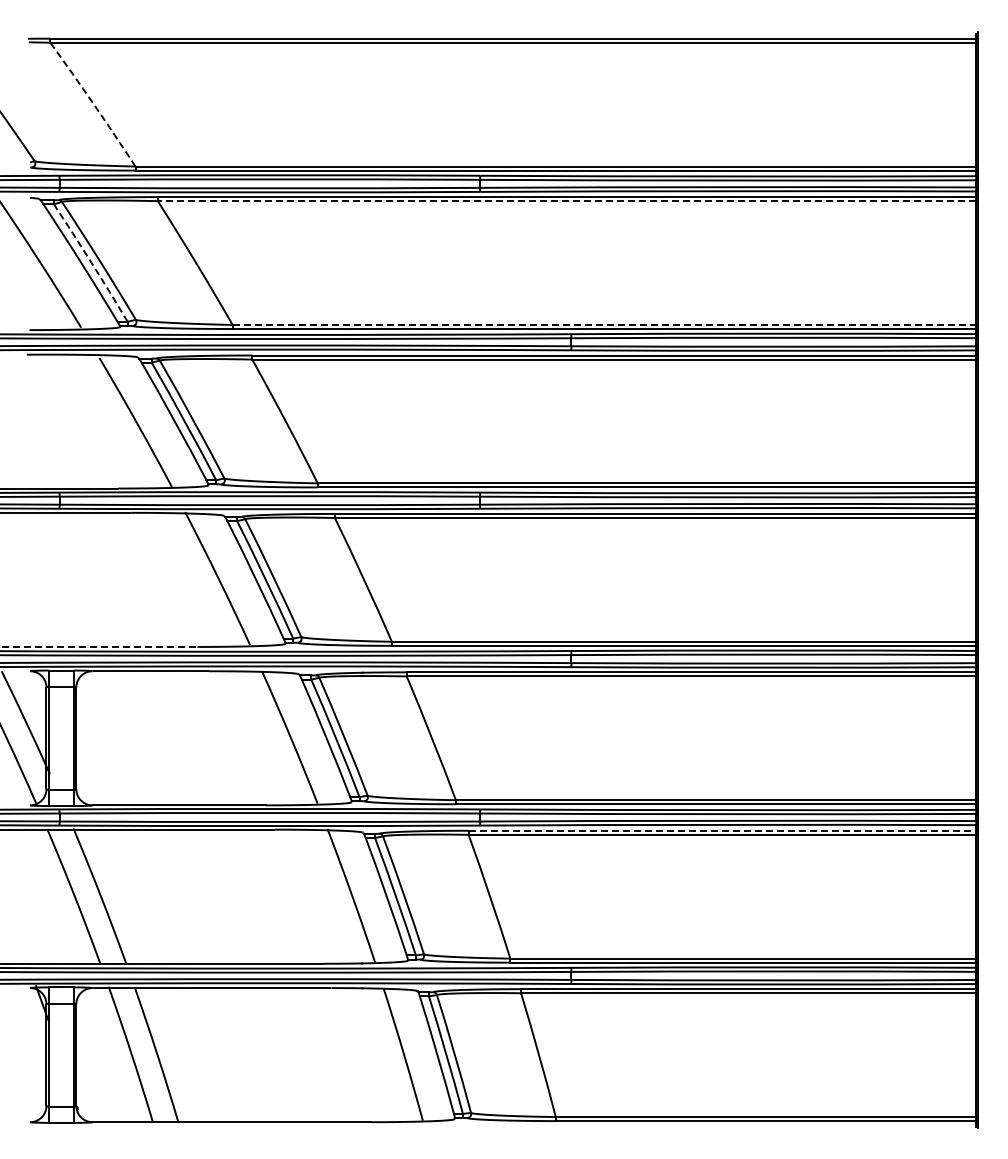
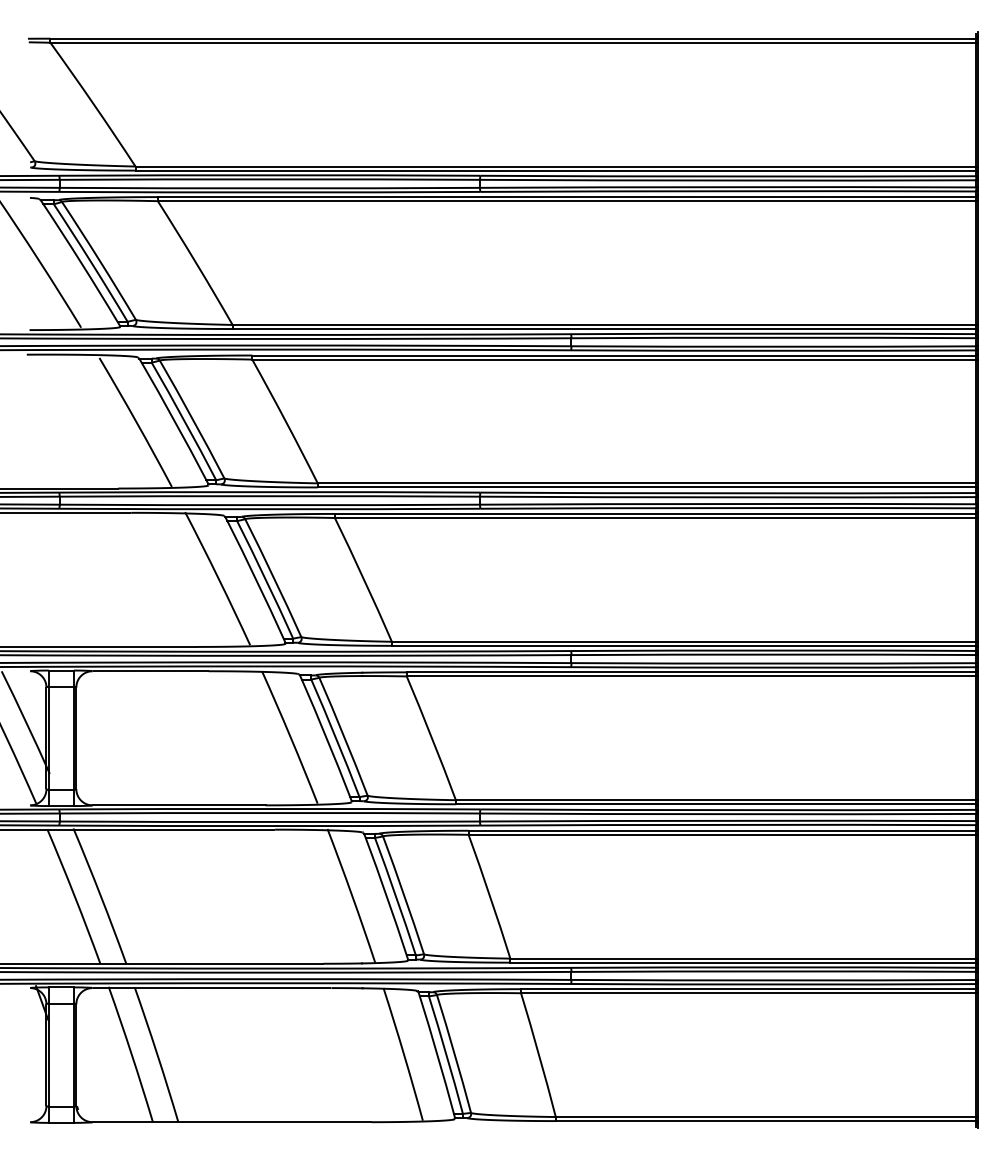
arc at (93, 104): dashed -> solid
line at (566, 201): dashed -> solid
arc at (91, 262): dashed -> solid
line at (604, 324): dashed -> solid
line at (99, 646): dashed -> solid
line at (722, 830): dashed -> solid
